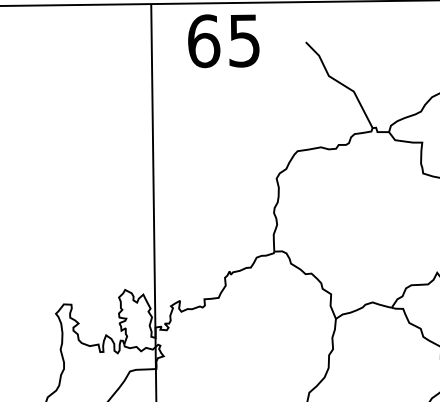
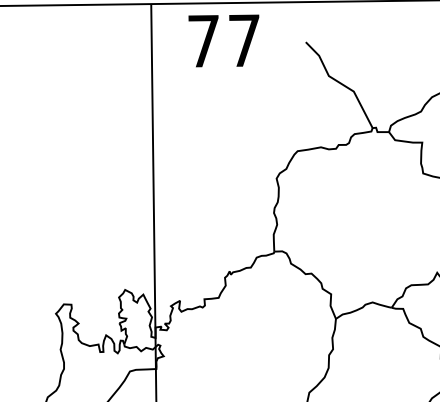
text at (223, 41): 65 -> 77
